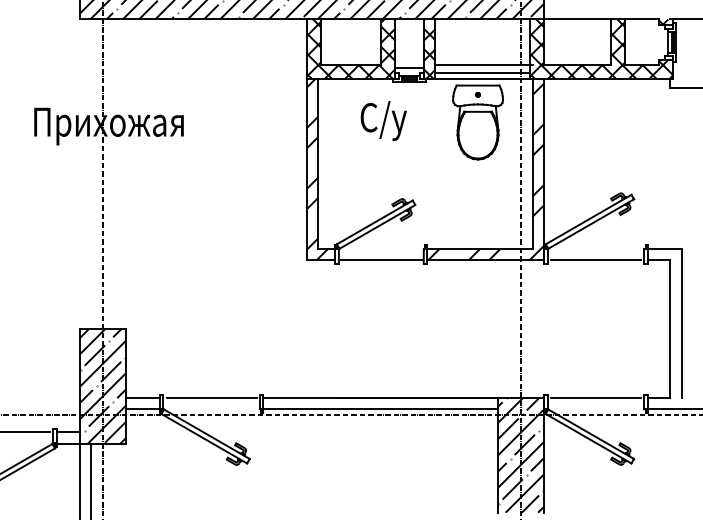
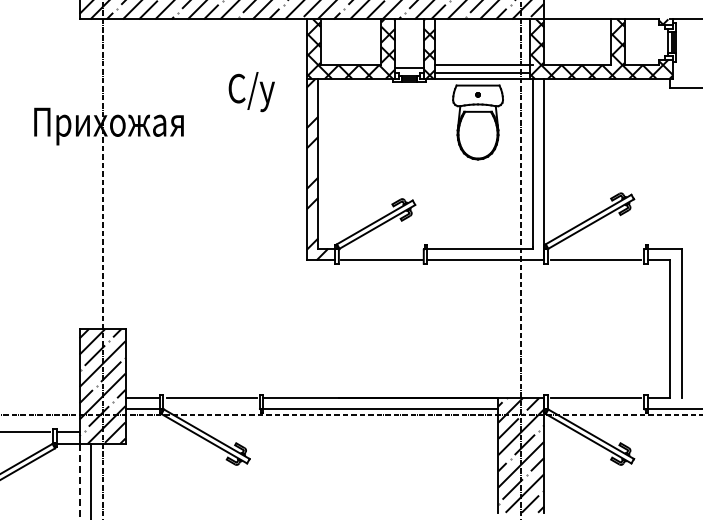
text at (383, 121) position: (383, 121) -> (251, 92)
hatch at (486, 171): present -> none
line at (79, 481): solid -> dashed
